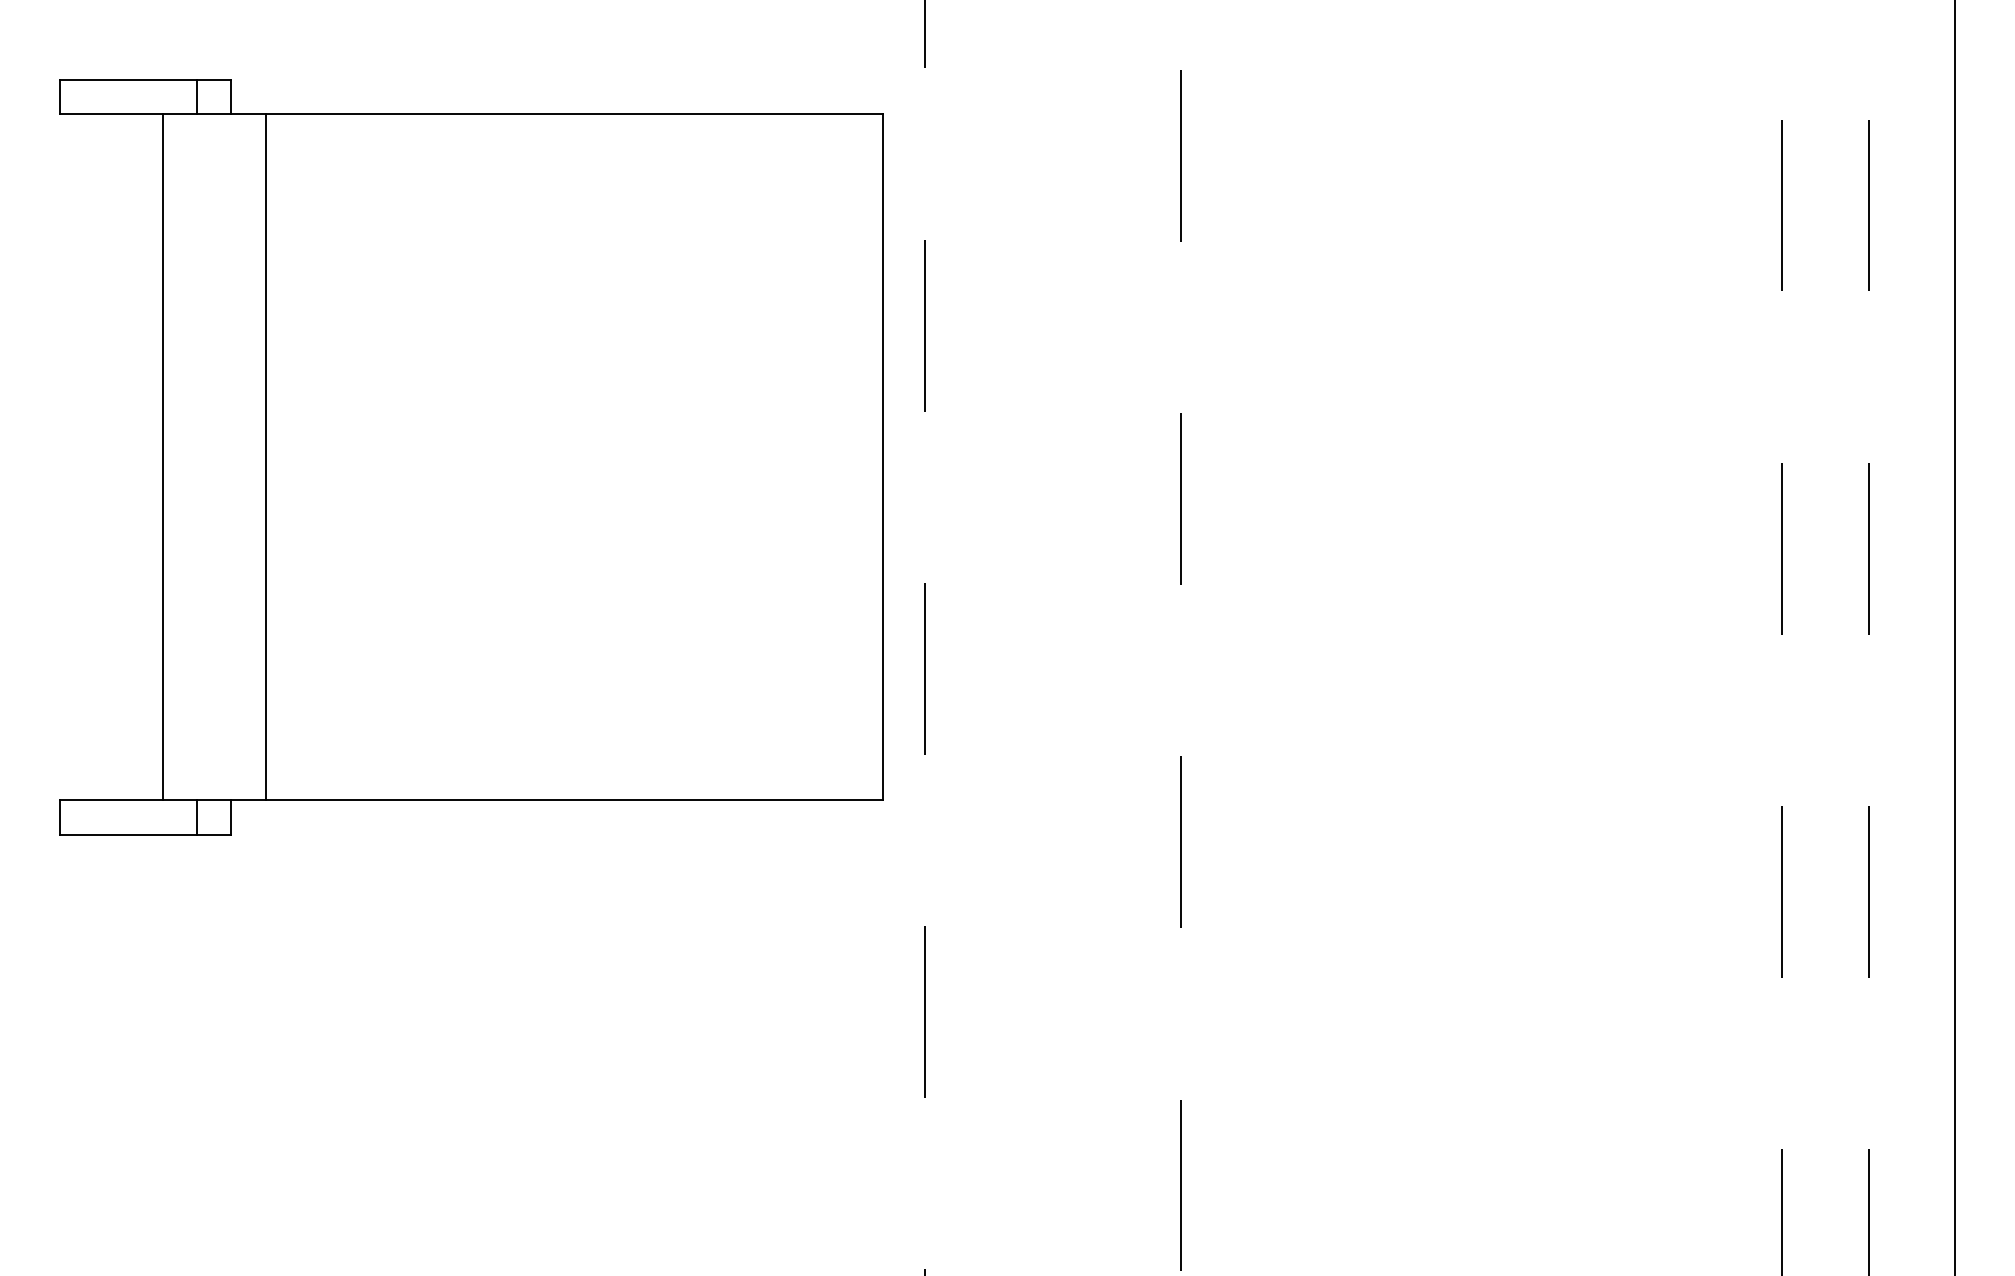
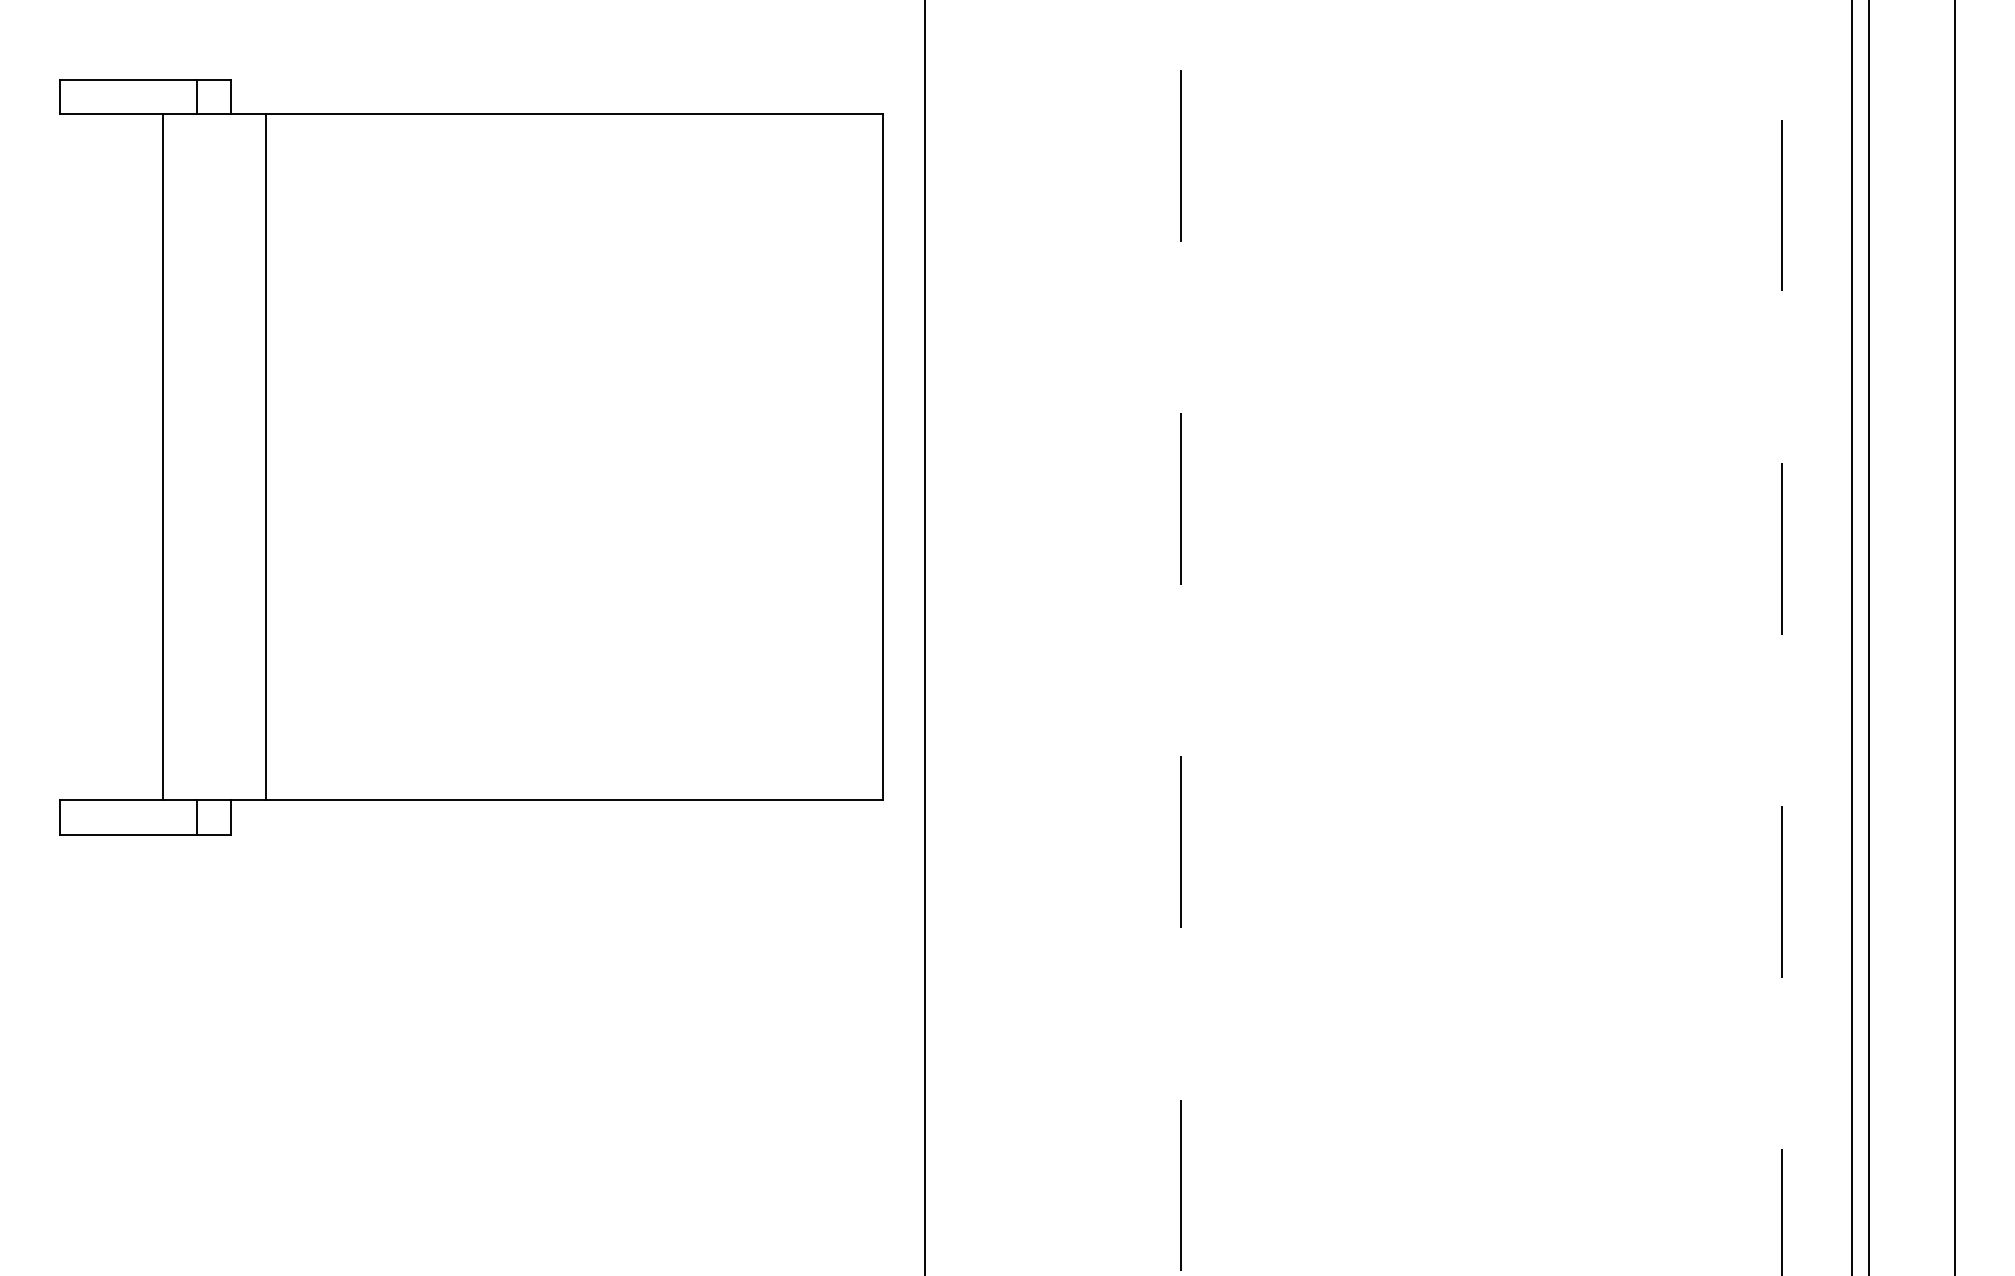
line at (1851, 637): none -> present
line at (925, 638): dashed -> solid
line at (1868, 638): dashed -> solid
